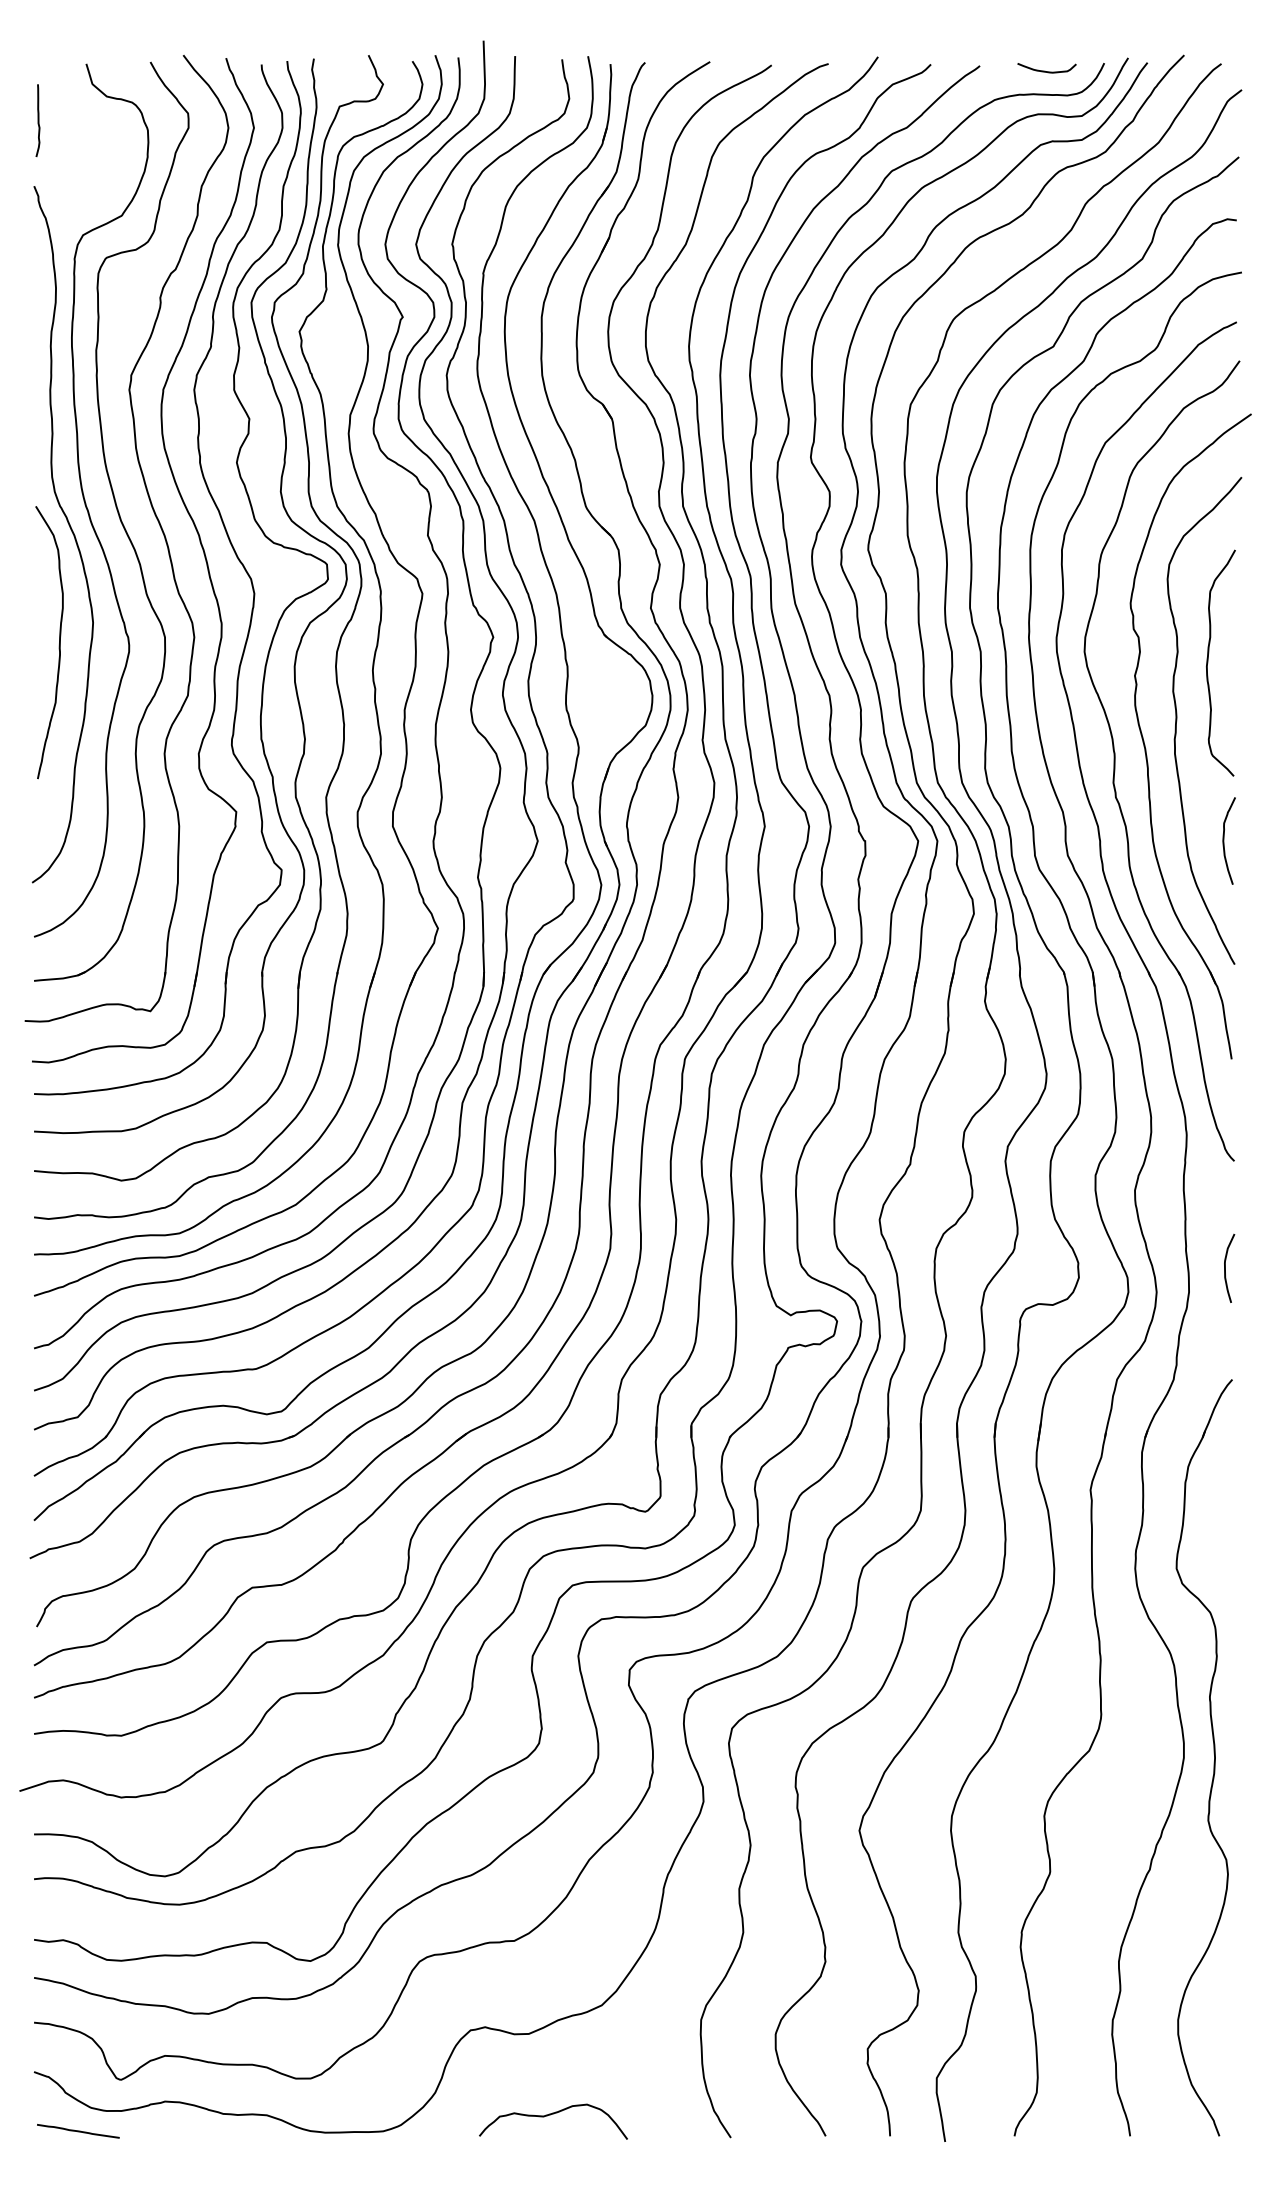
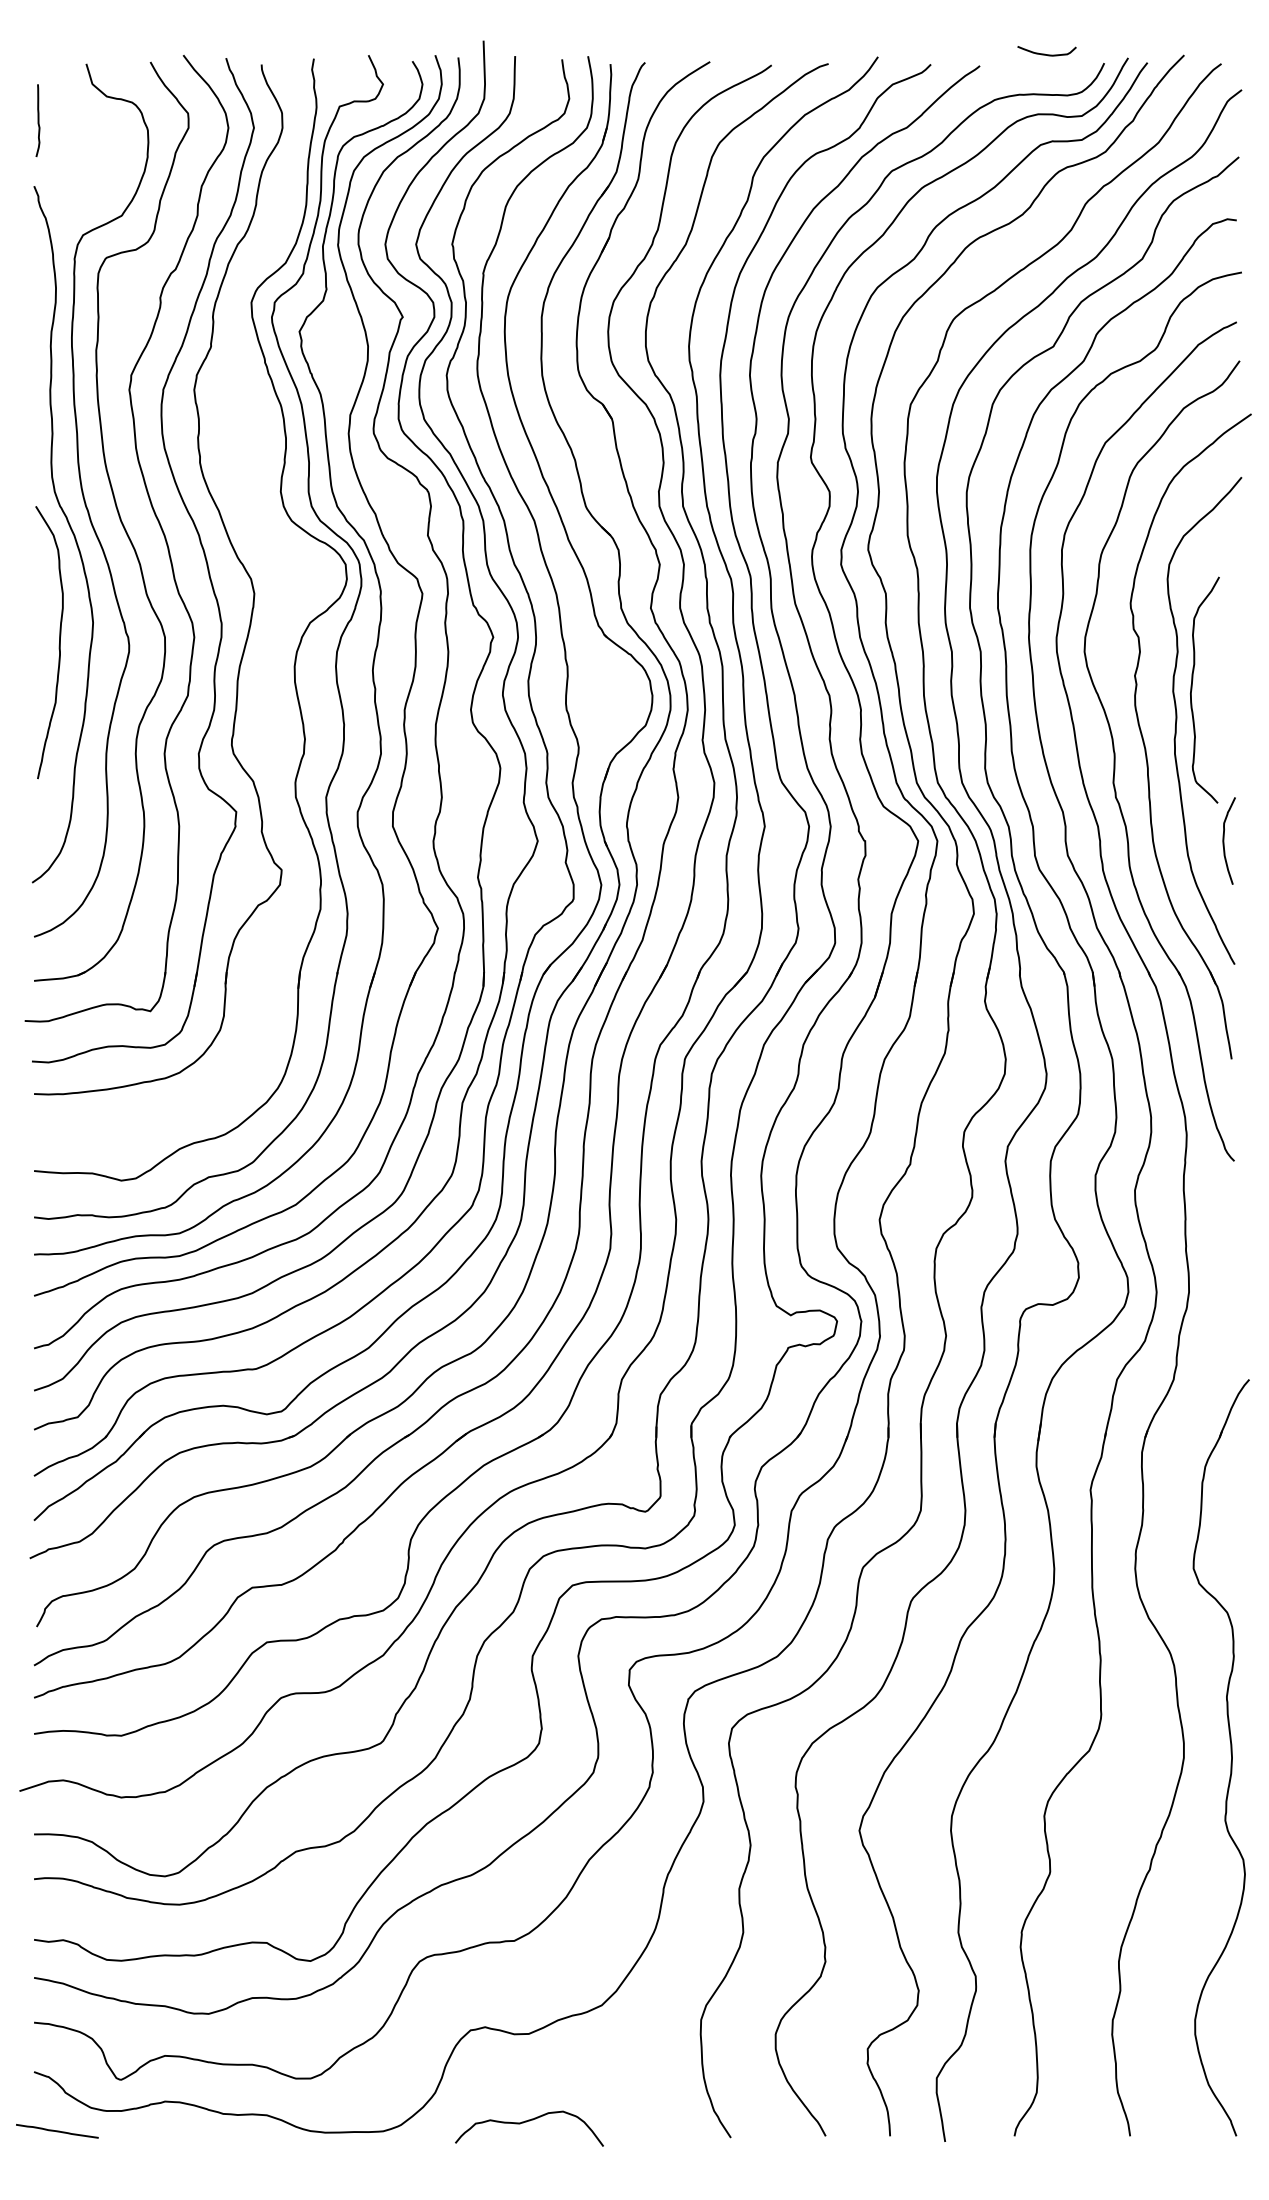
curve at (1045, 70) position: (1045, 70) -> (1045, 53)
part at (273, 633): present -> none
curve at (1208, 662) position: (1208, 662) -> (1192, 689)
curve at (1225, 1267): present -> none
part at (1213, 1753) position: (1213, 1753) -> (1230, 1753)
curve at (550, 2115) position: (550, 2115) -> (526, 2122)
line at (78, 2131) position: (78, 2131) -> (57, 2131)
